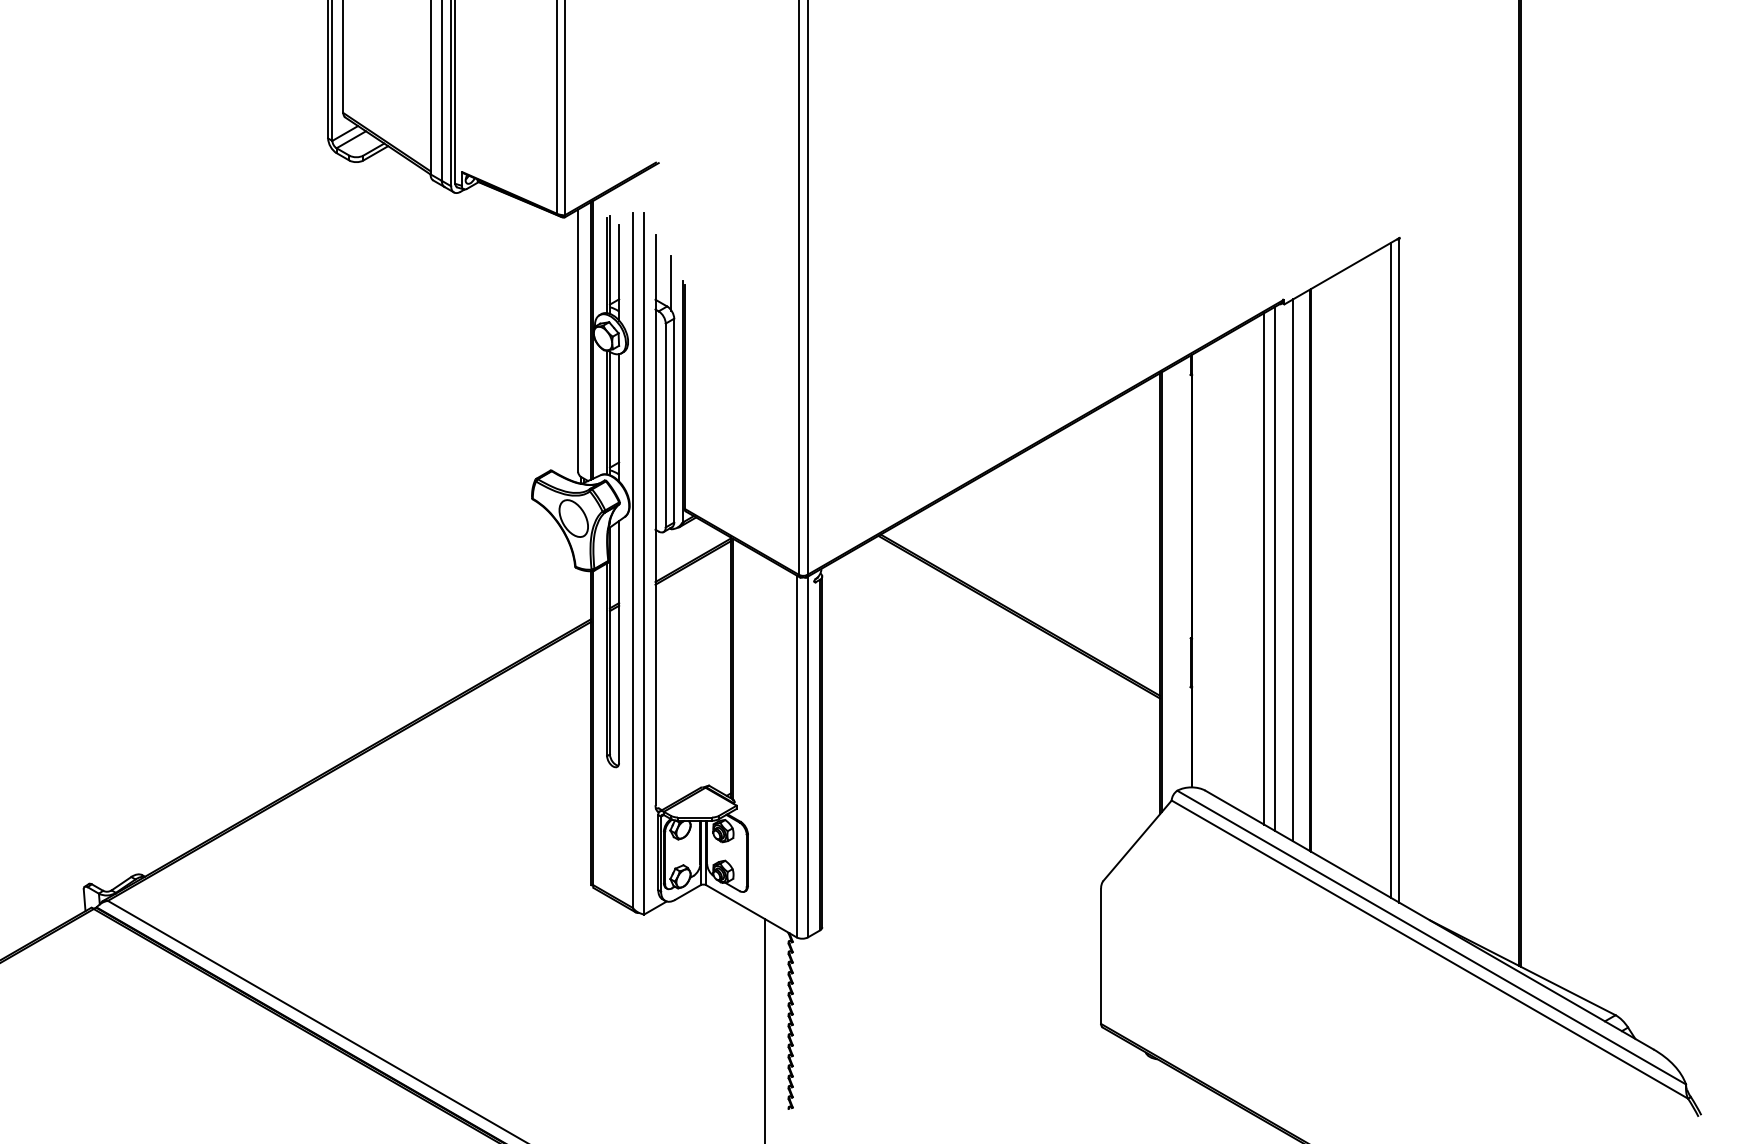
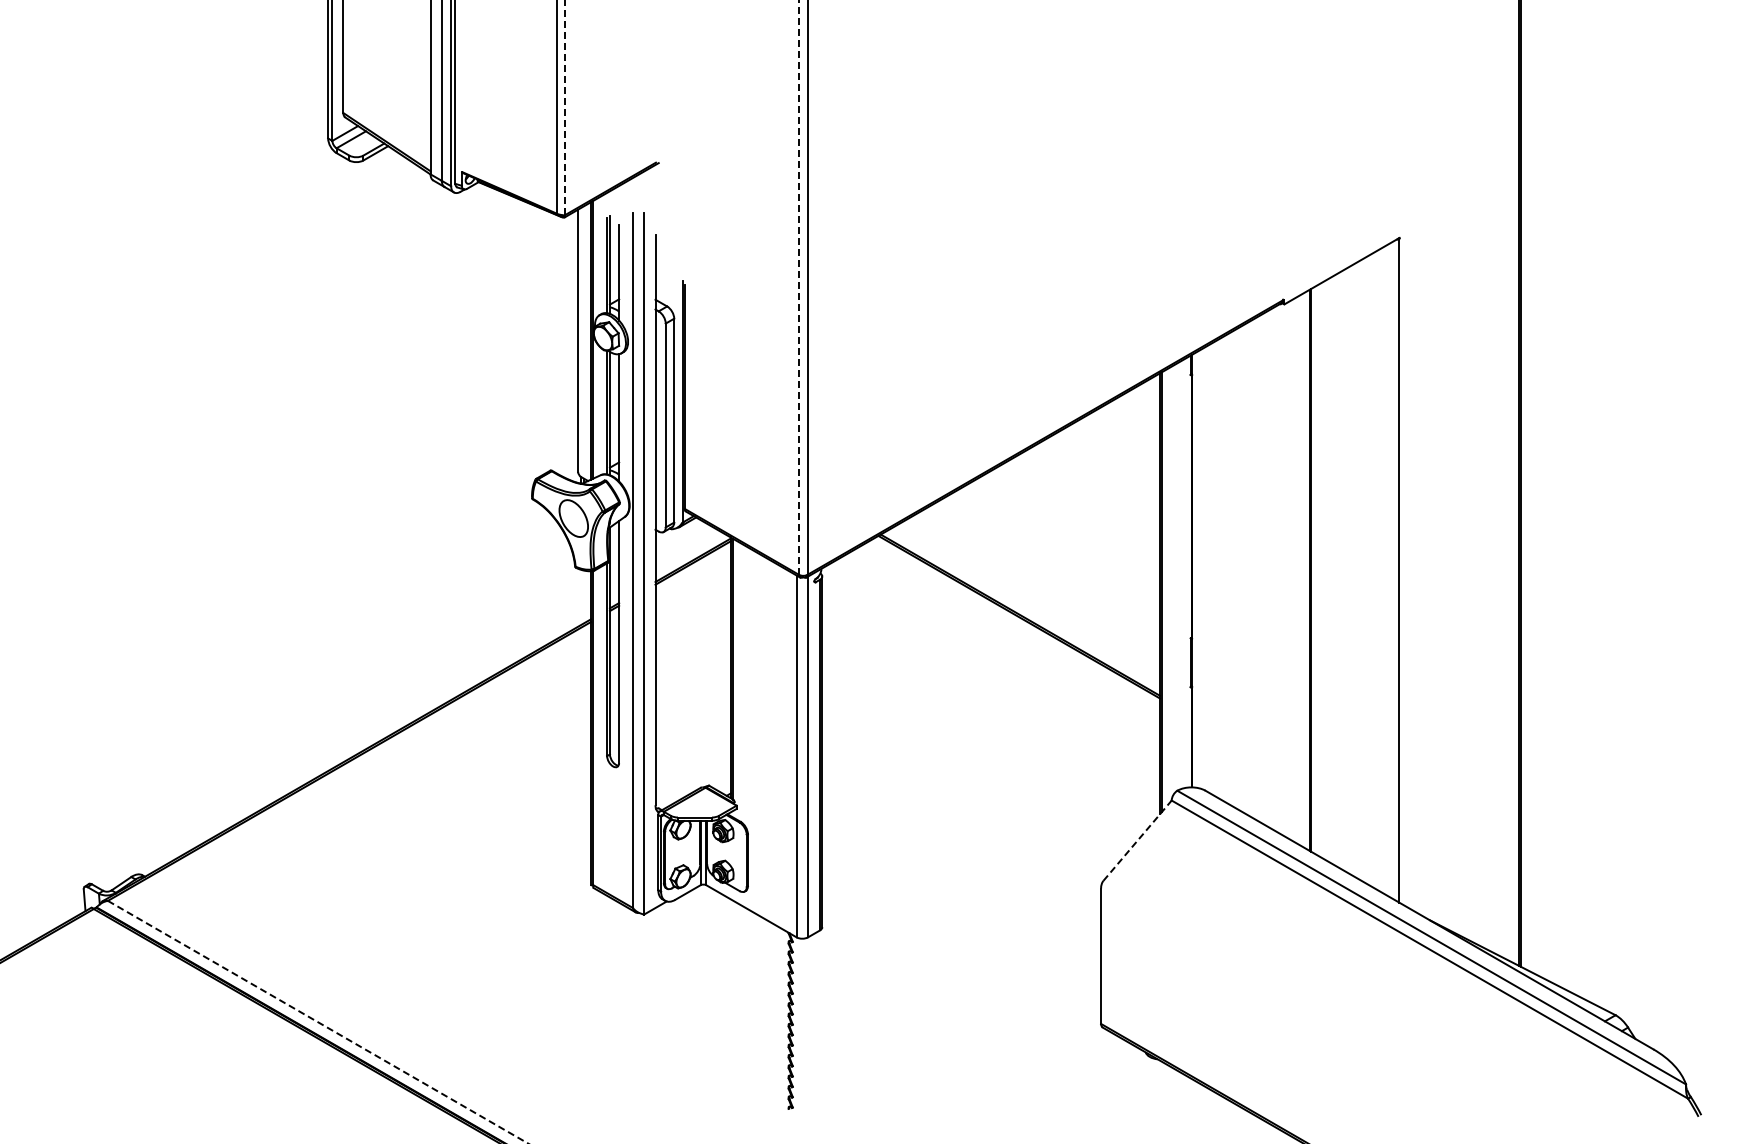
line at (564, 107): solid -> dashed
line at (671, 283): present -> none
line at (799, 287): solid -> dashed
line at (1264, 568): present -> none
line at (1275, 568): present -> none
line at (1390, 569): present -> none
line at (1293, 570): present -> none
line at (1137, 840): solid -> dashed
line at (318, 1022): solid -> dashed
line at (765, 1029): present -> none
